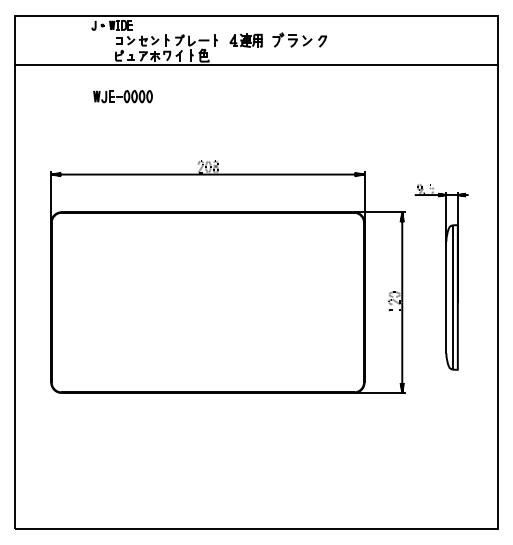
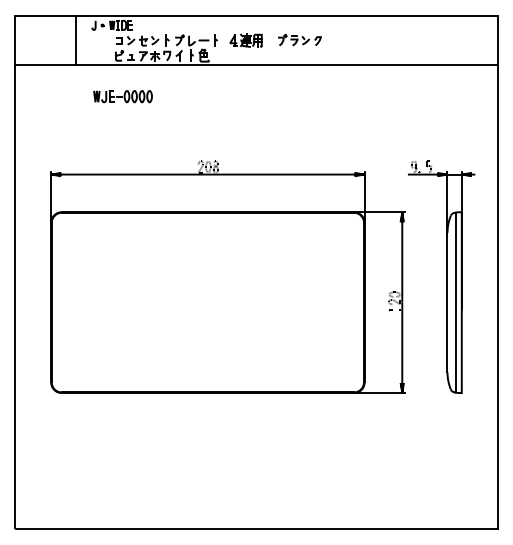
part at (299, 39) size: 55x16 px -> 44x14 px
line at (75, 40): none -> present
part at (441, 277) size: 55x187 px -> 68x234 px
